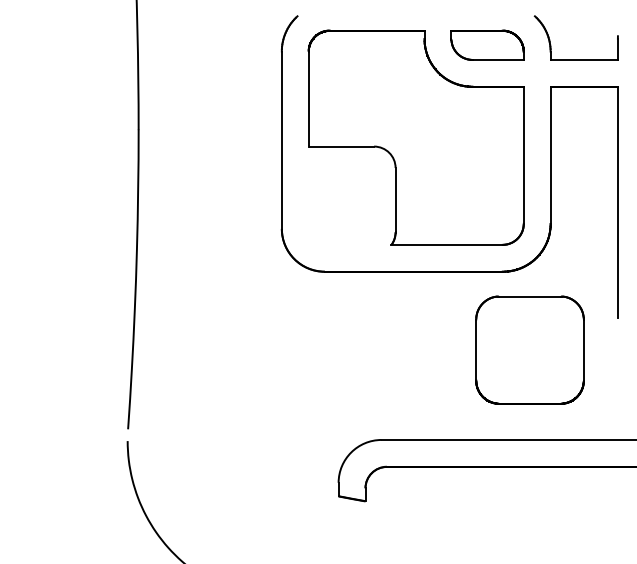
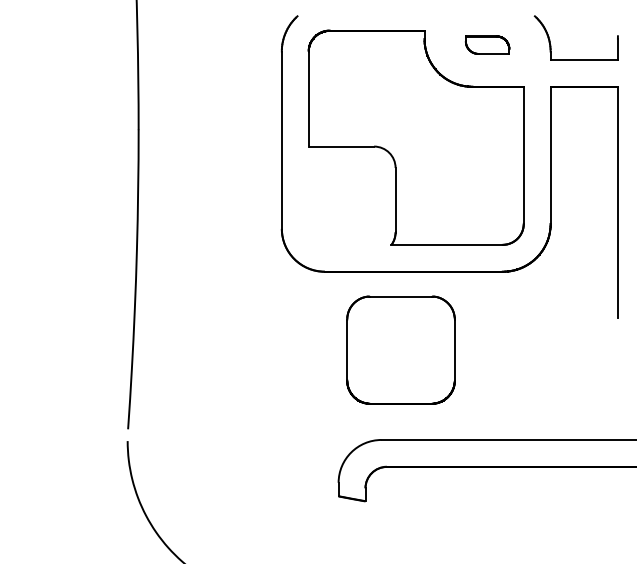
part at (487, 44) size: 75x32 px -> 47x20 px
part at (529, 349) position: (529, 349) -> (400, 349)
